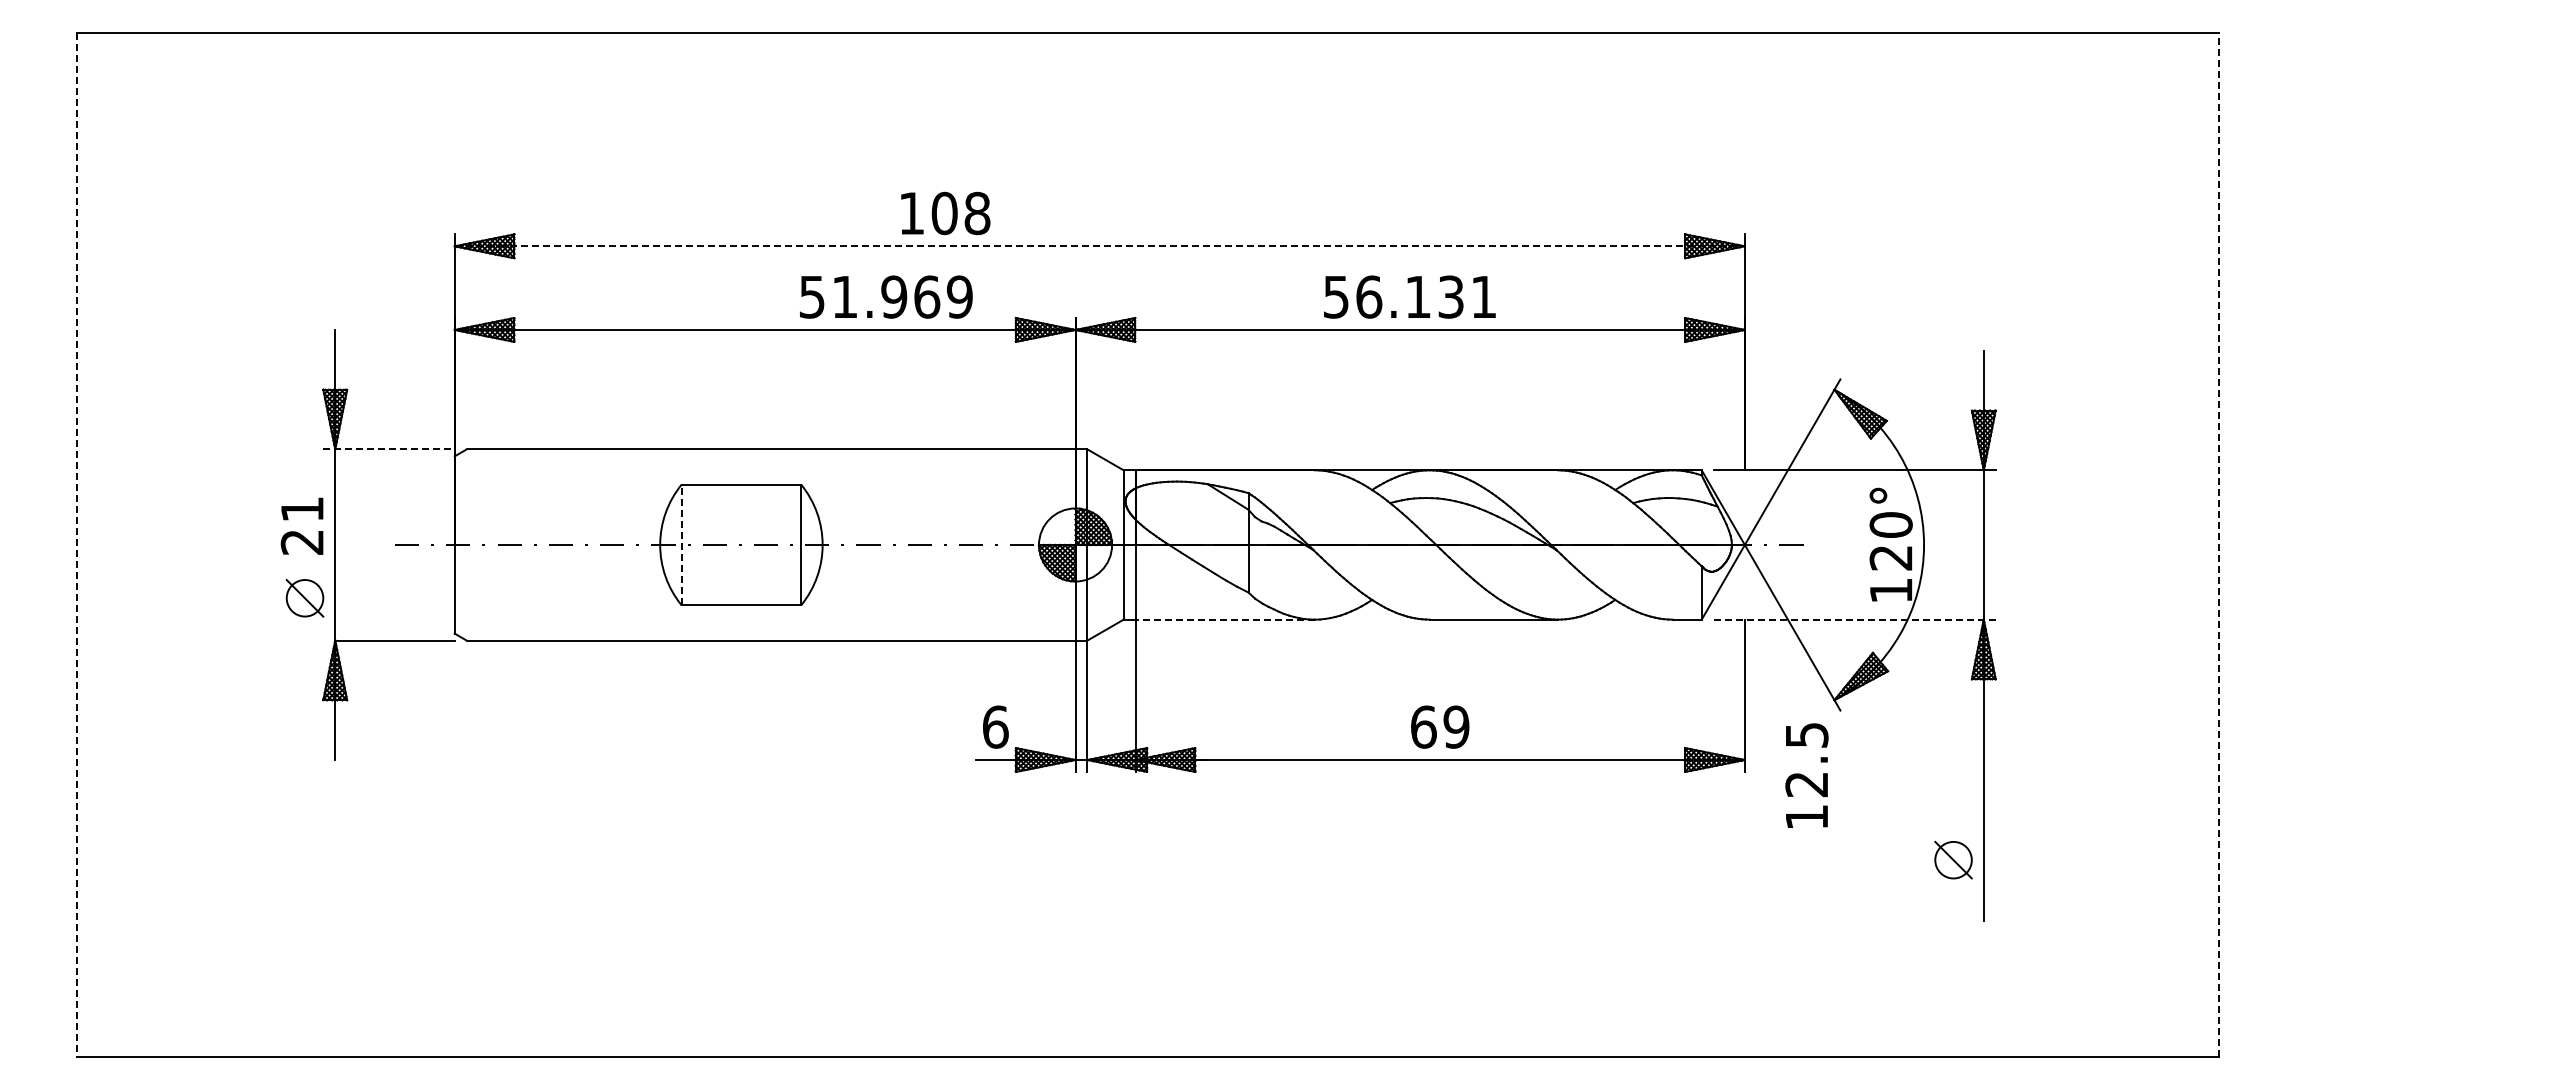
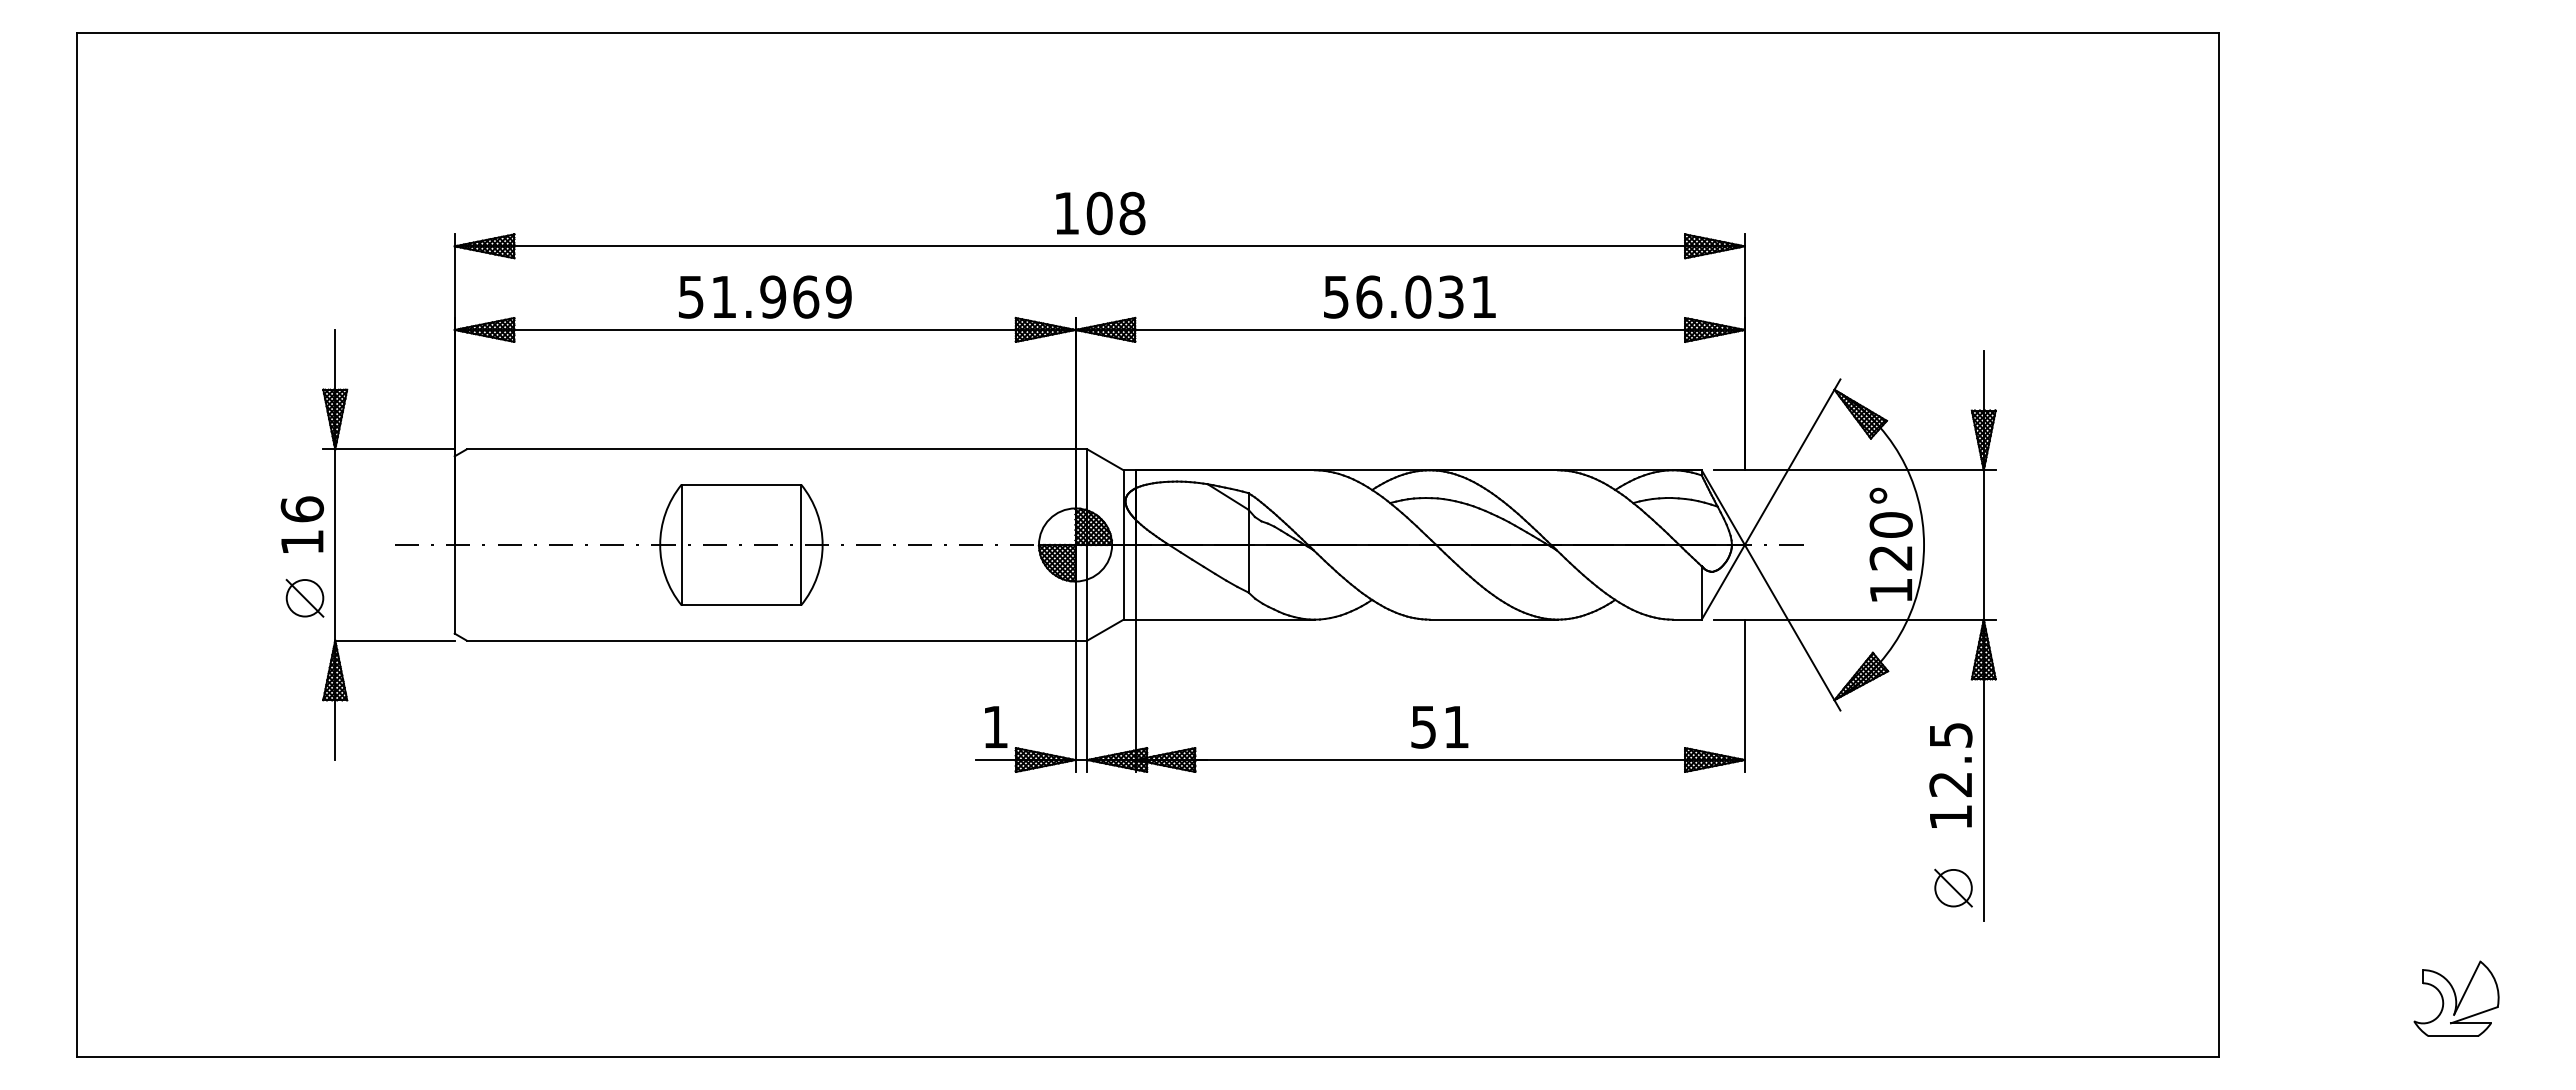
text at (945, 213) position: (945, 213) -> (1100, 213)
line at (1100, 246): dashed -> solid
text at (886, 296) position: (886, 296) -> (765, 296)
text at (1418, 296): 56.131 -> 56.031
line at (389, 449): dashed -> solid
text at (302, 525): 21 -> 16
line at (681, 544): dashed -> solid
line at (2219, 544): dashed -> solid
line at (77, 545): dashed -> solid
line at (1225, 619): dashed -> solid
line at (1855, 619): dashed -> solid
text at (995, 726): 6 -> 1
text at (1440, 726): 69 -> 51
text at (1806, 775) position: (1806, 775) -> (1950, 775)
part at (1953, 859) position: (1953, 859) -> (1953, 887)
part at (2456, 998): none -> present
